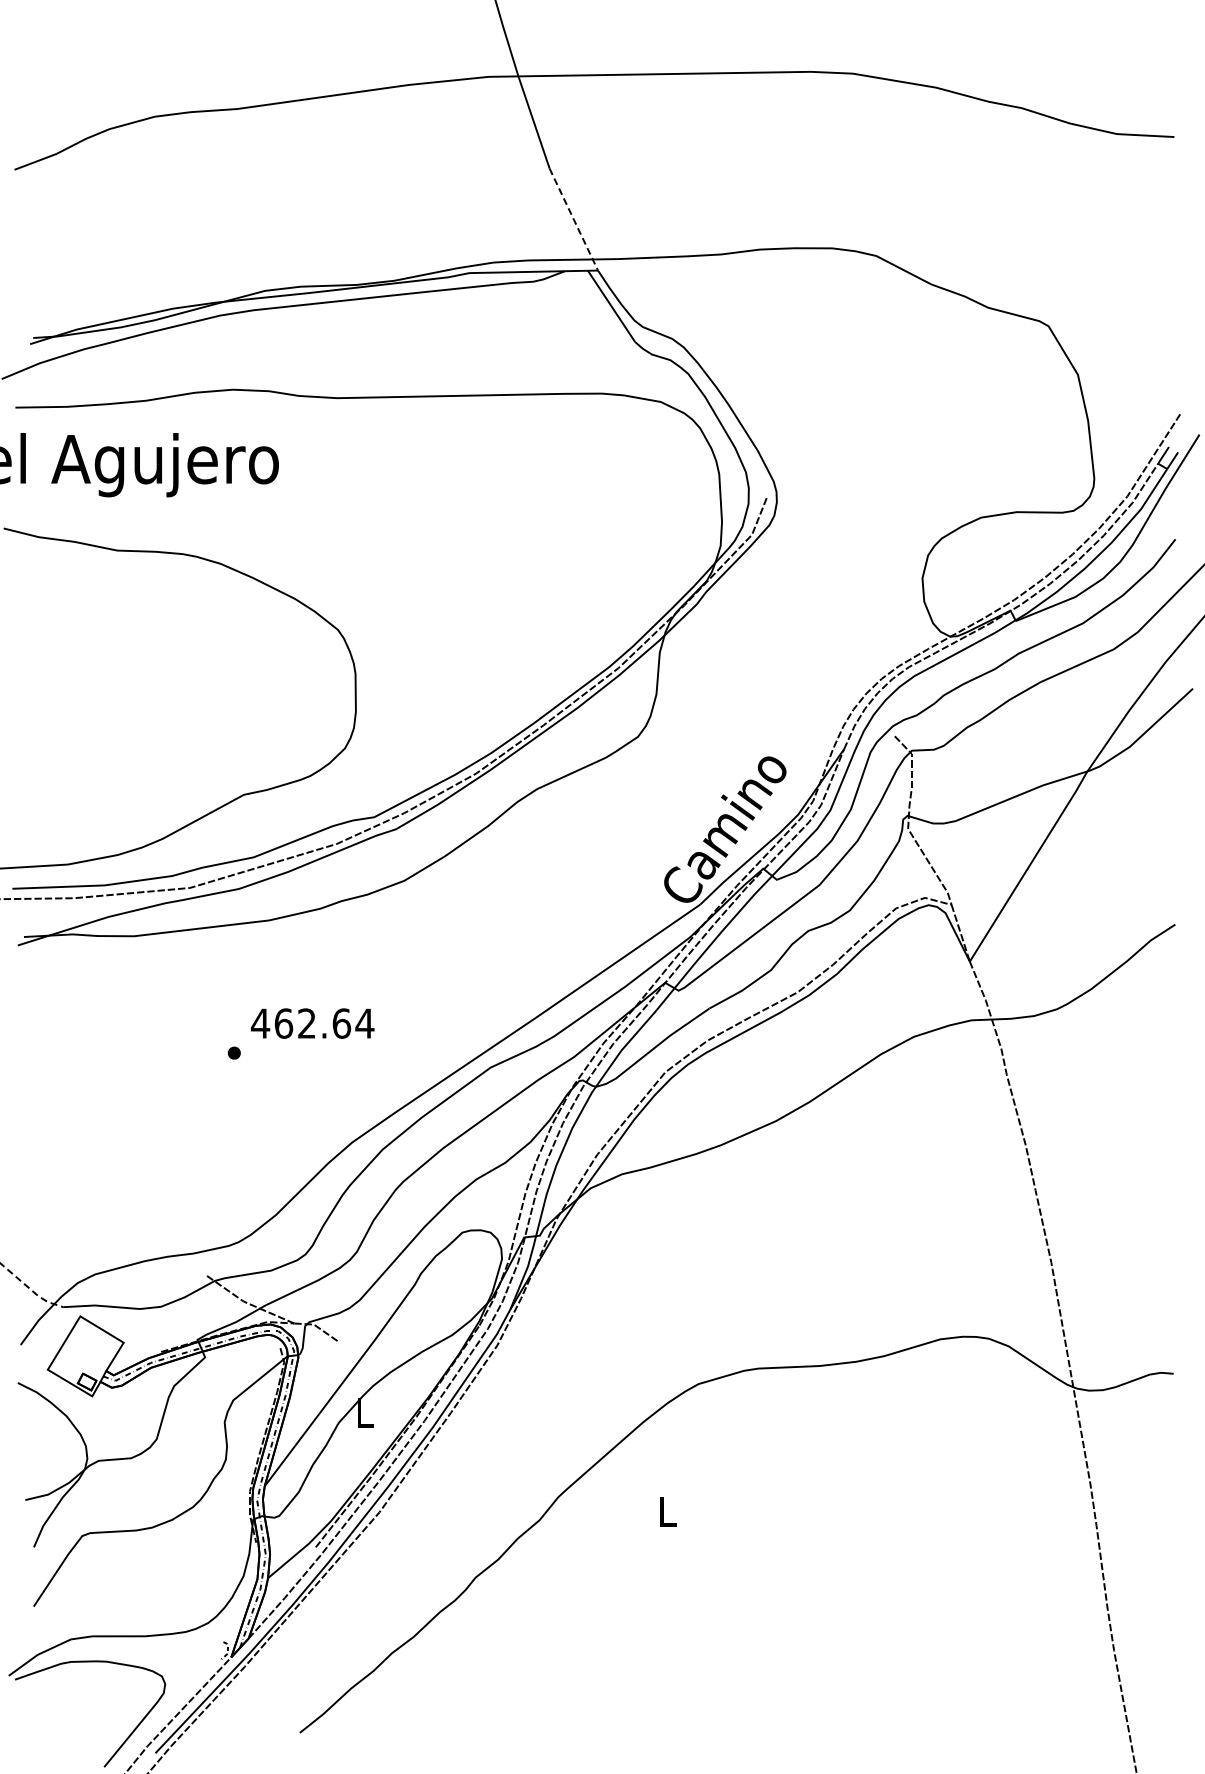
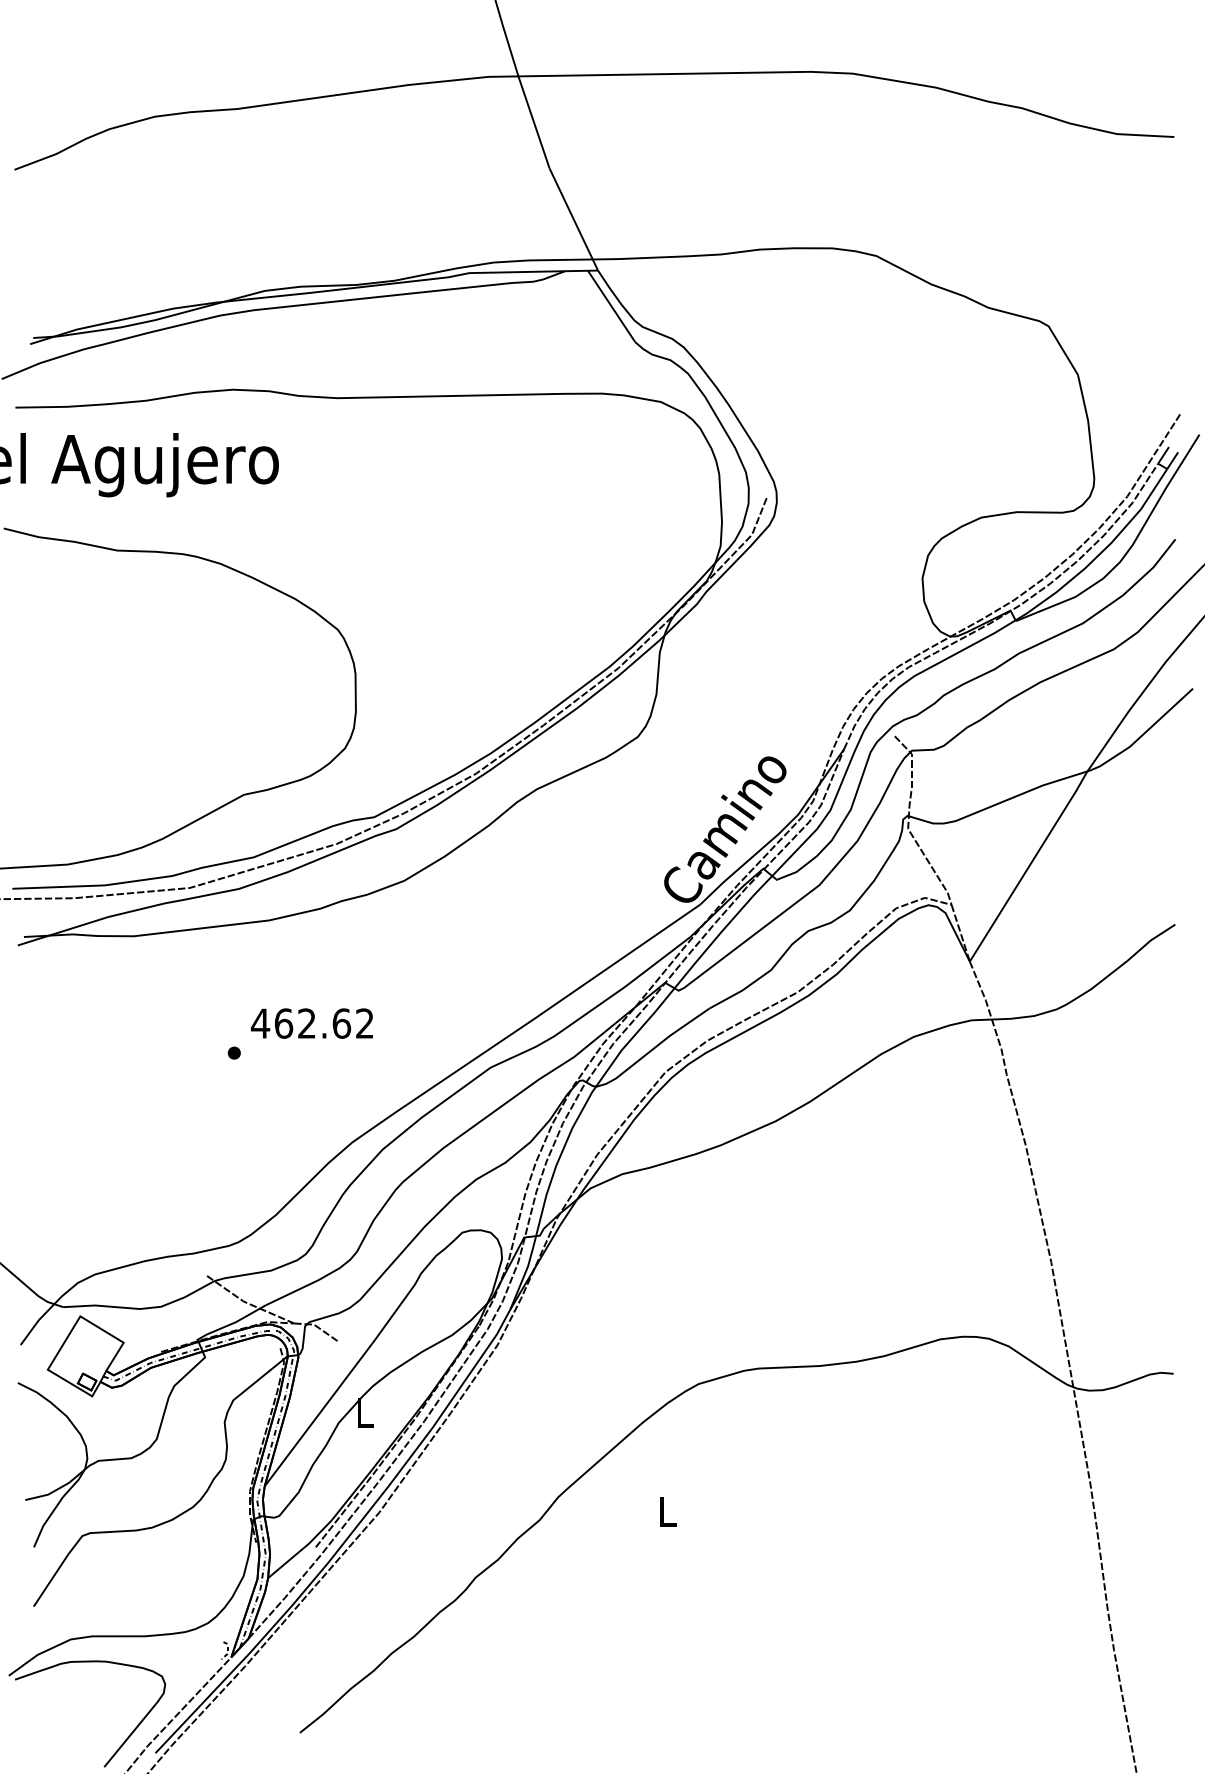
line at (574, 220): dashed -> solid
text at (364, 1023): 462.64 -> 462.62
line at (30, 1289): dashed -> solid
